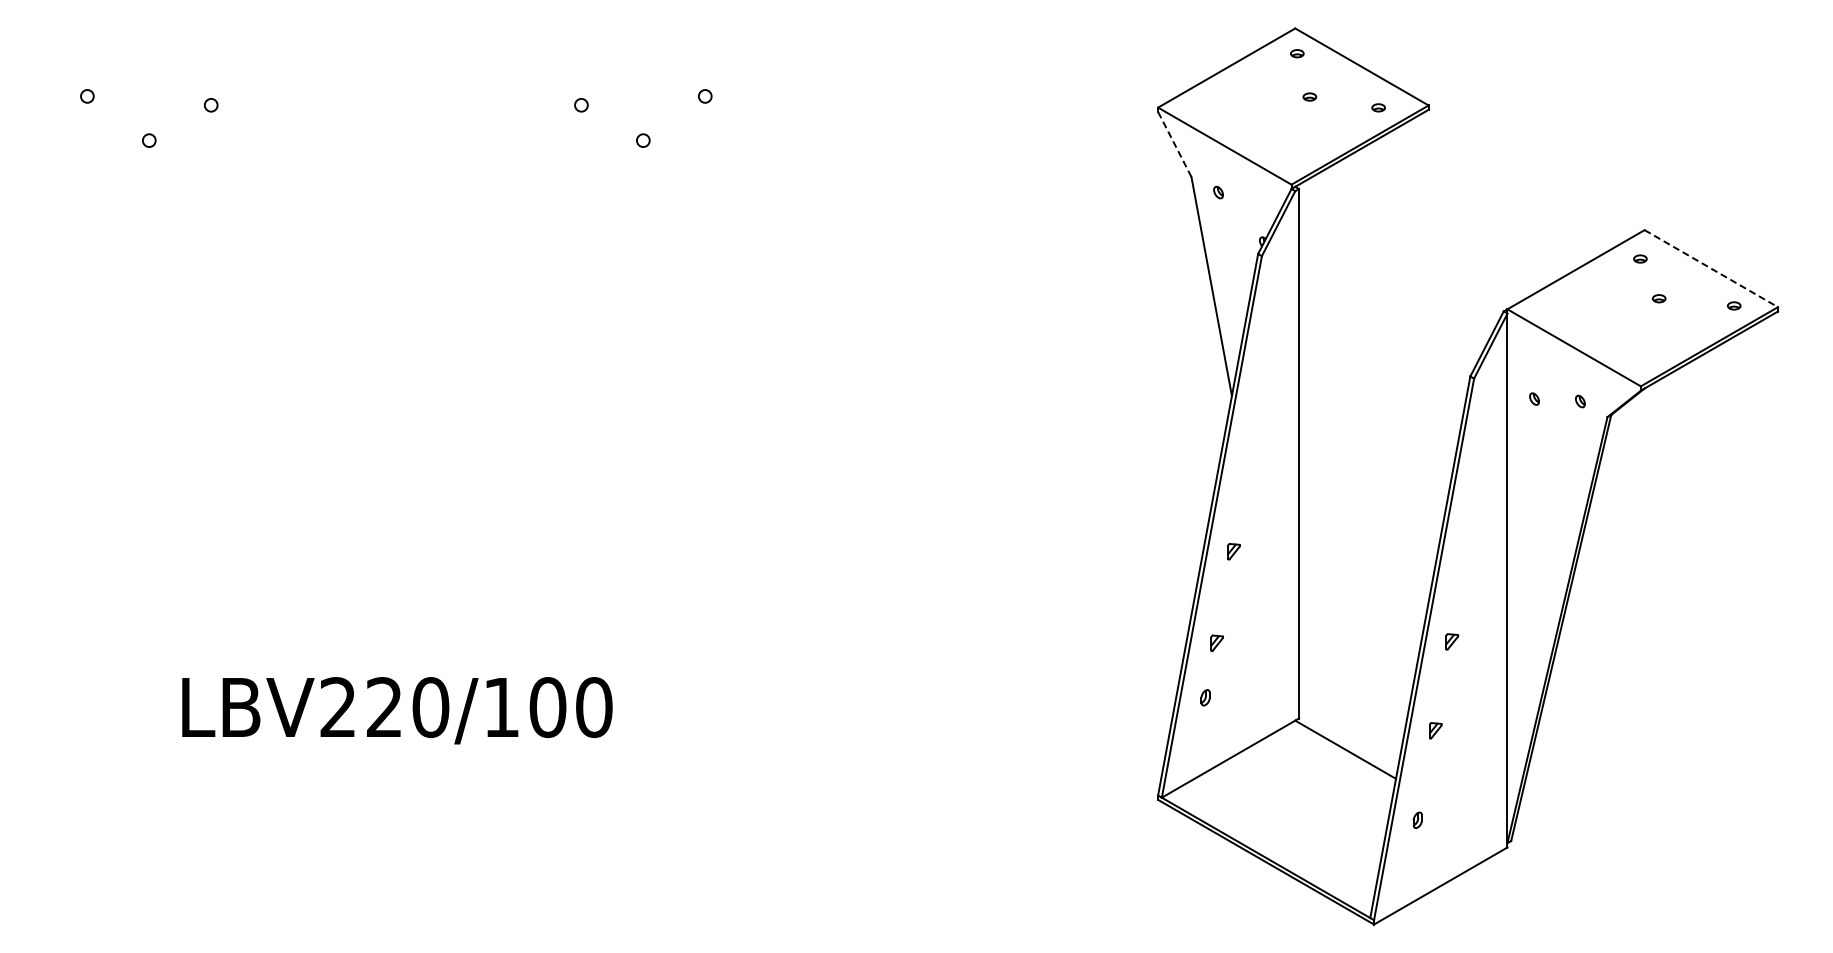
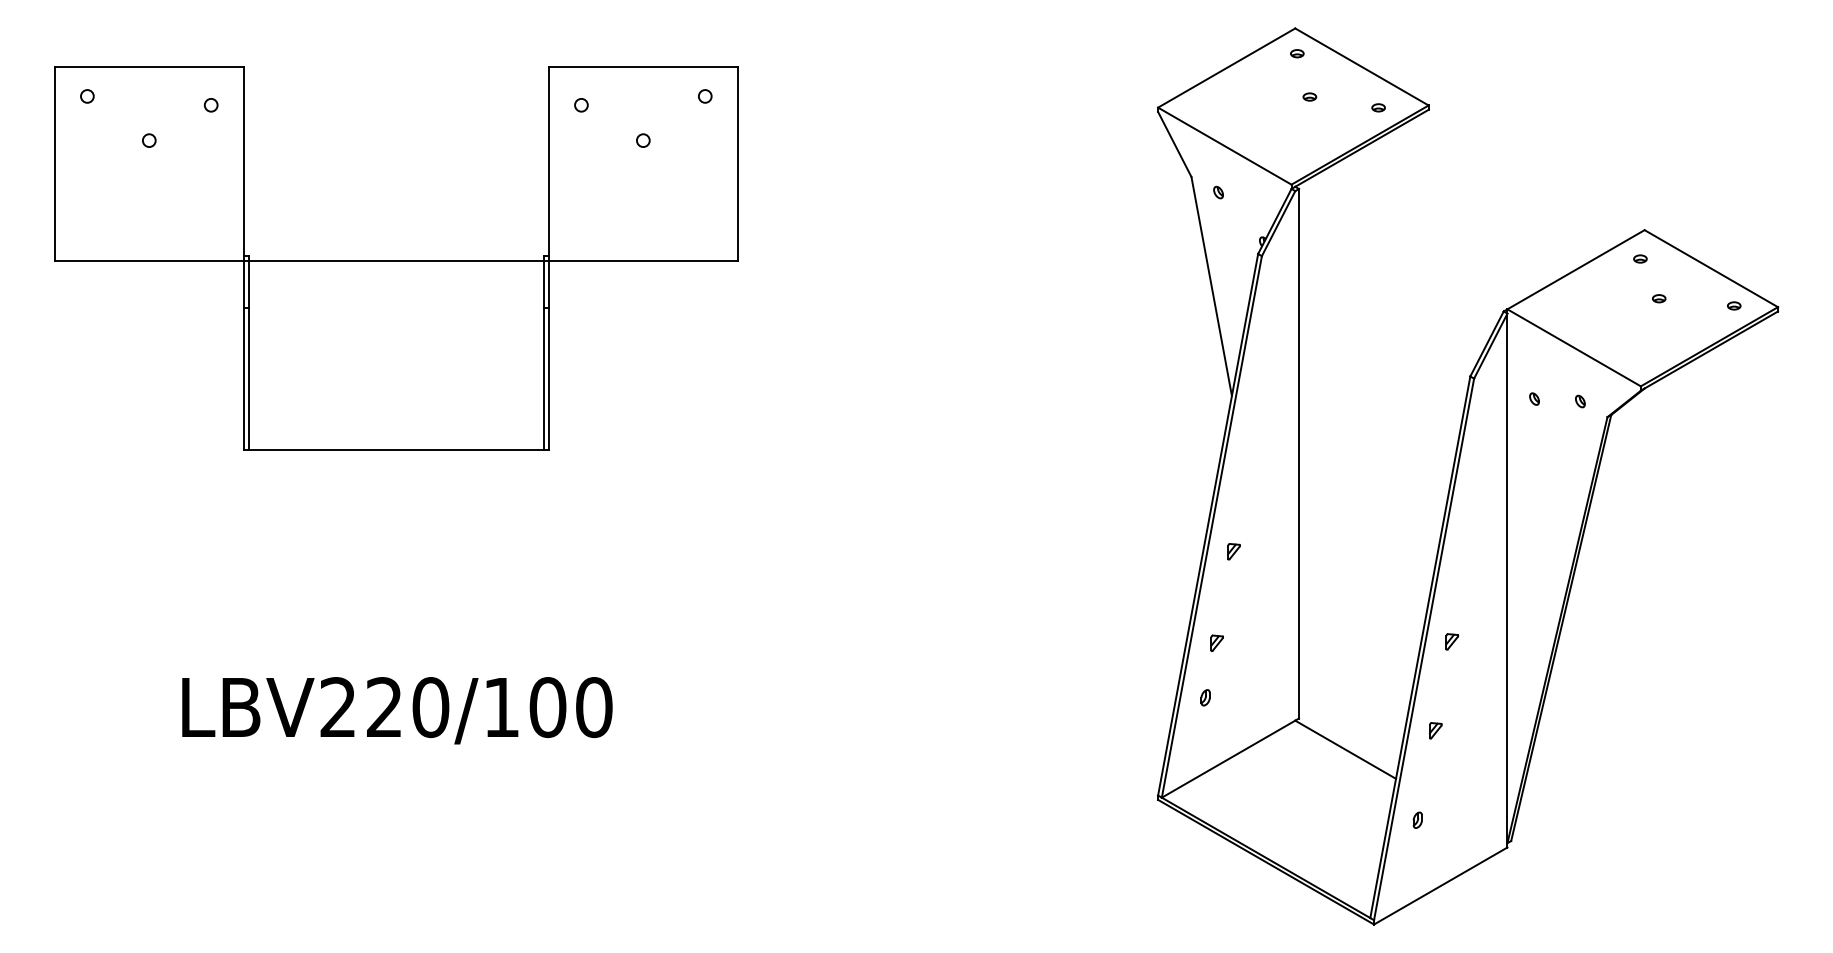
line at (1174, 144): dashed -> solid
part at (396, 258): none -> present
line at (1711, 268): dashed -> solid
